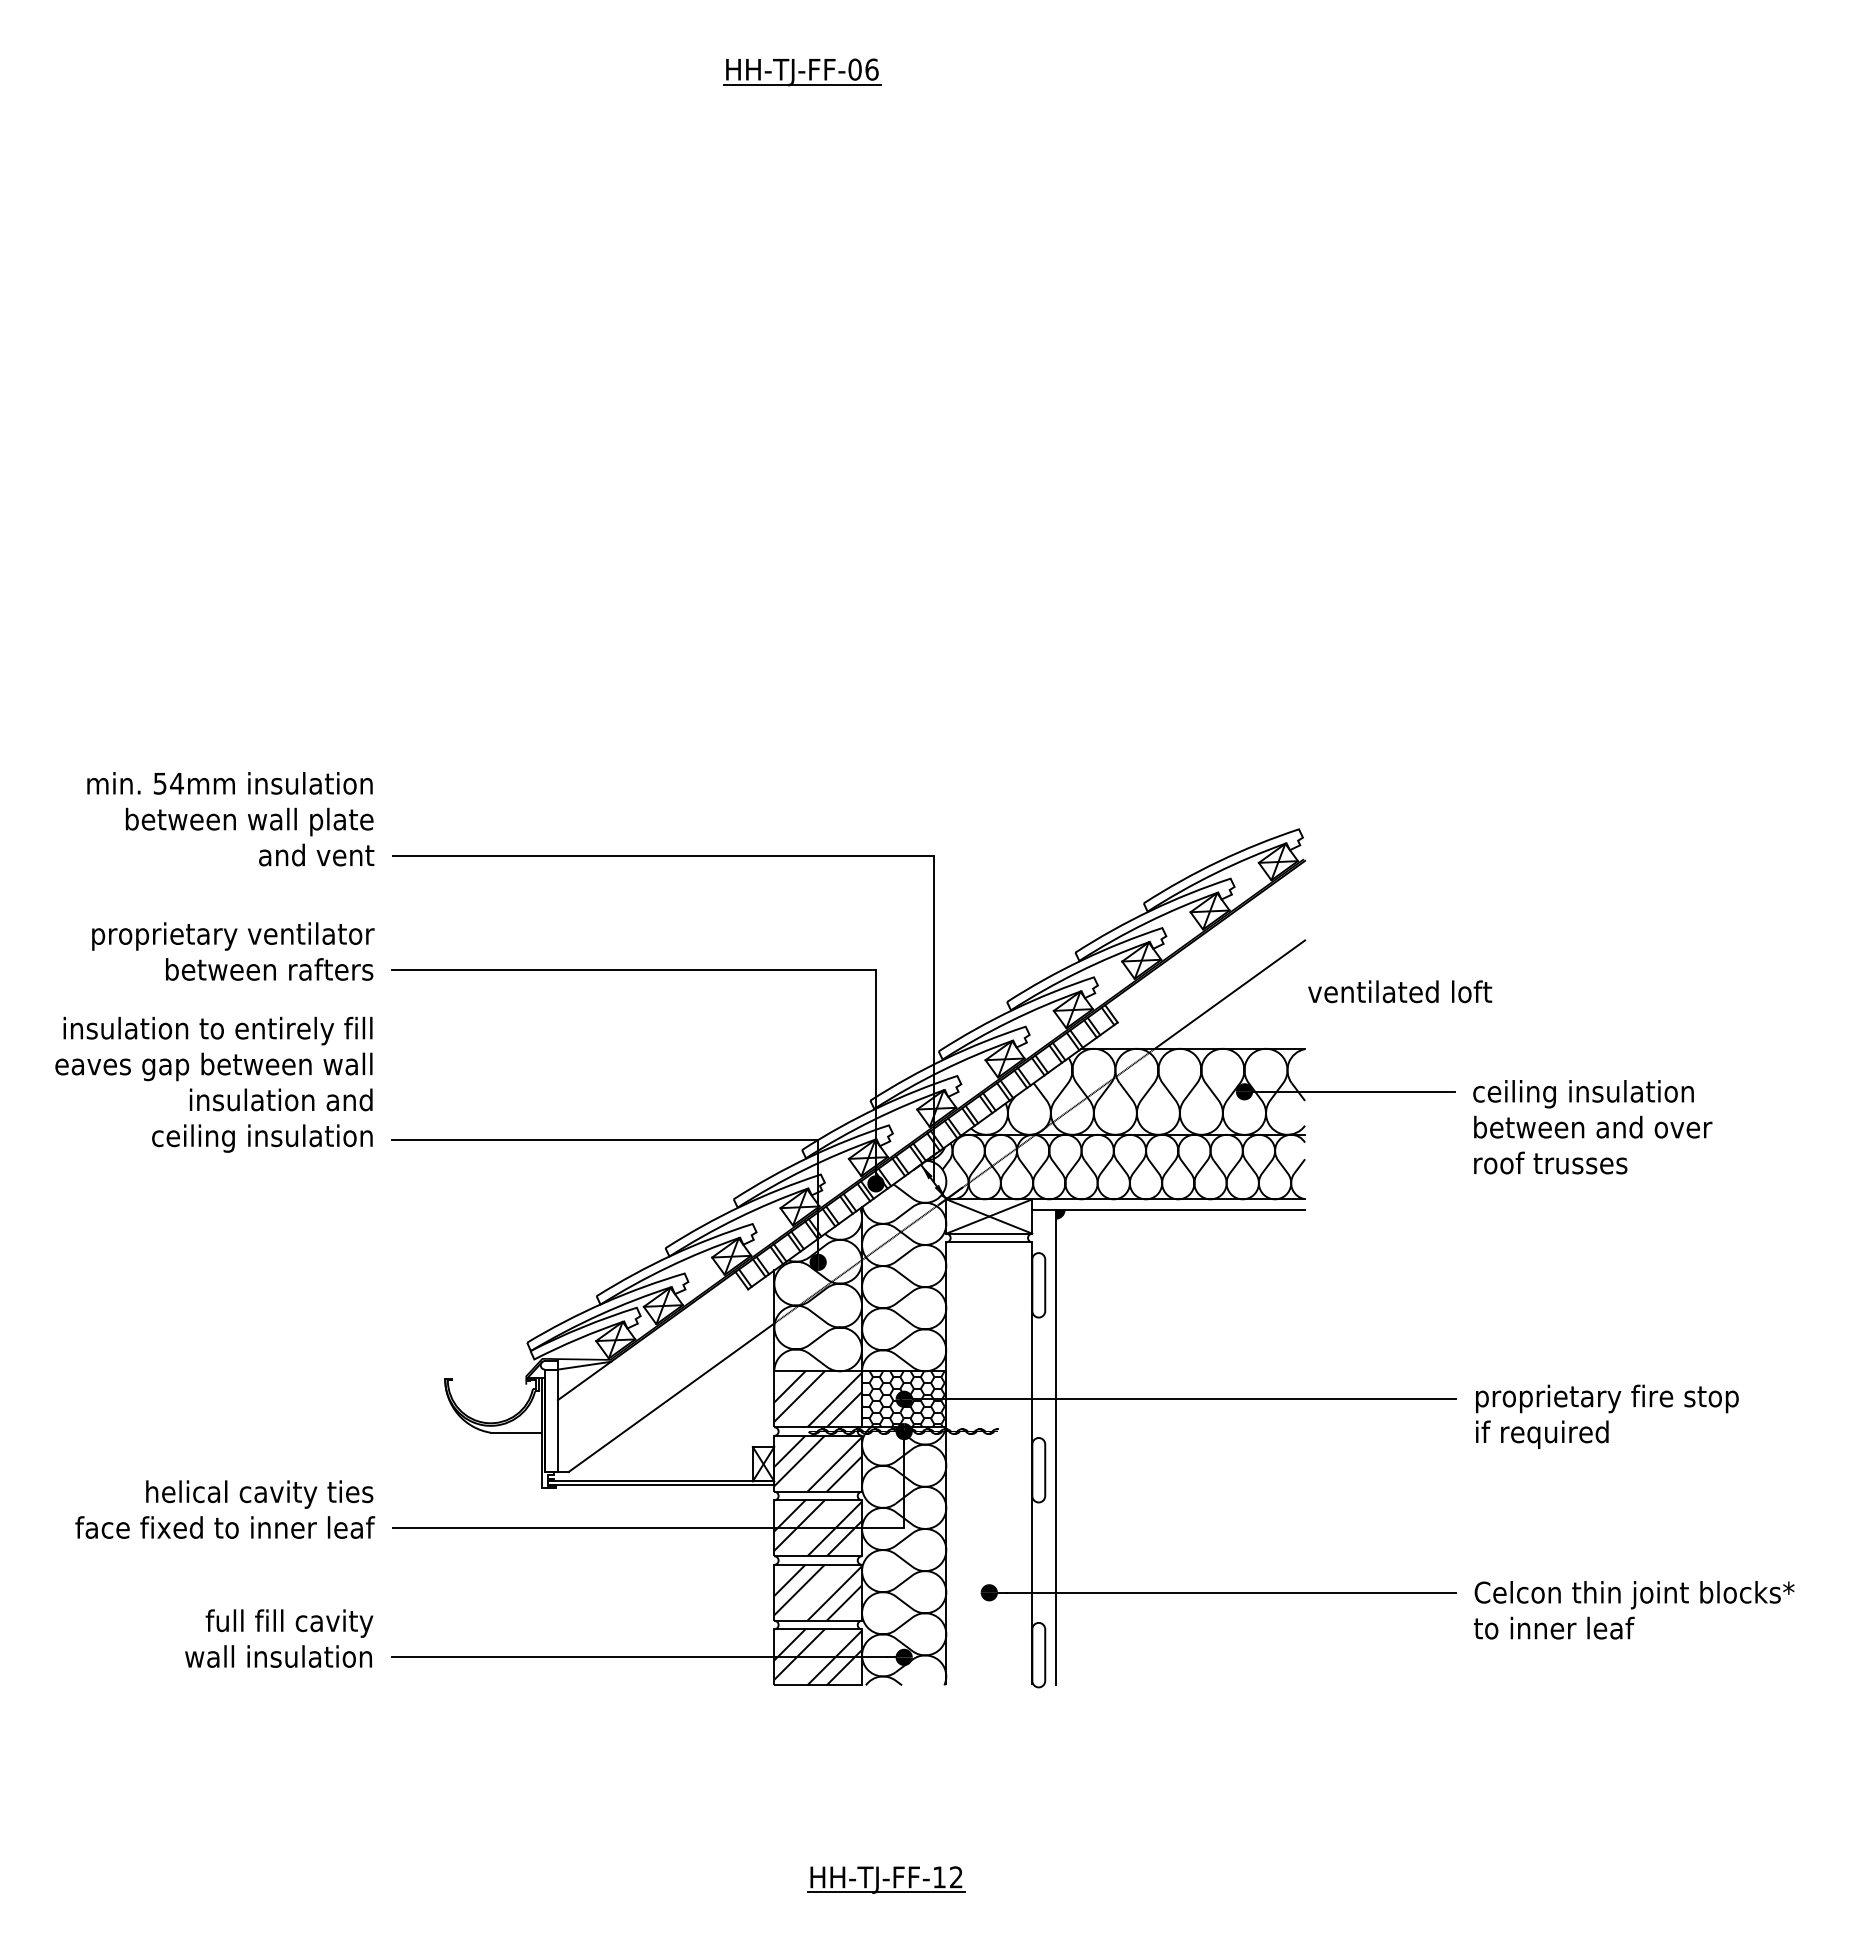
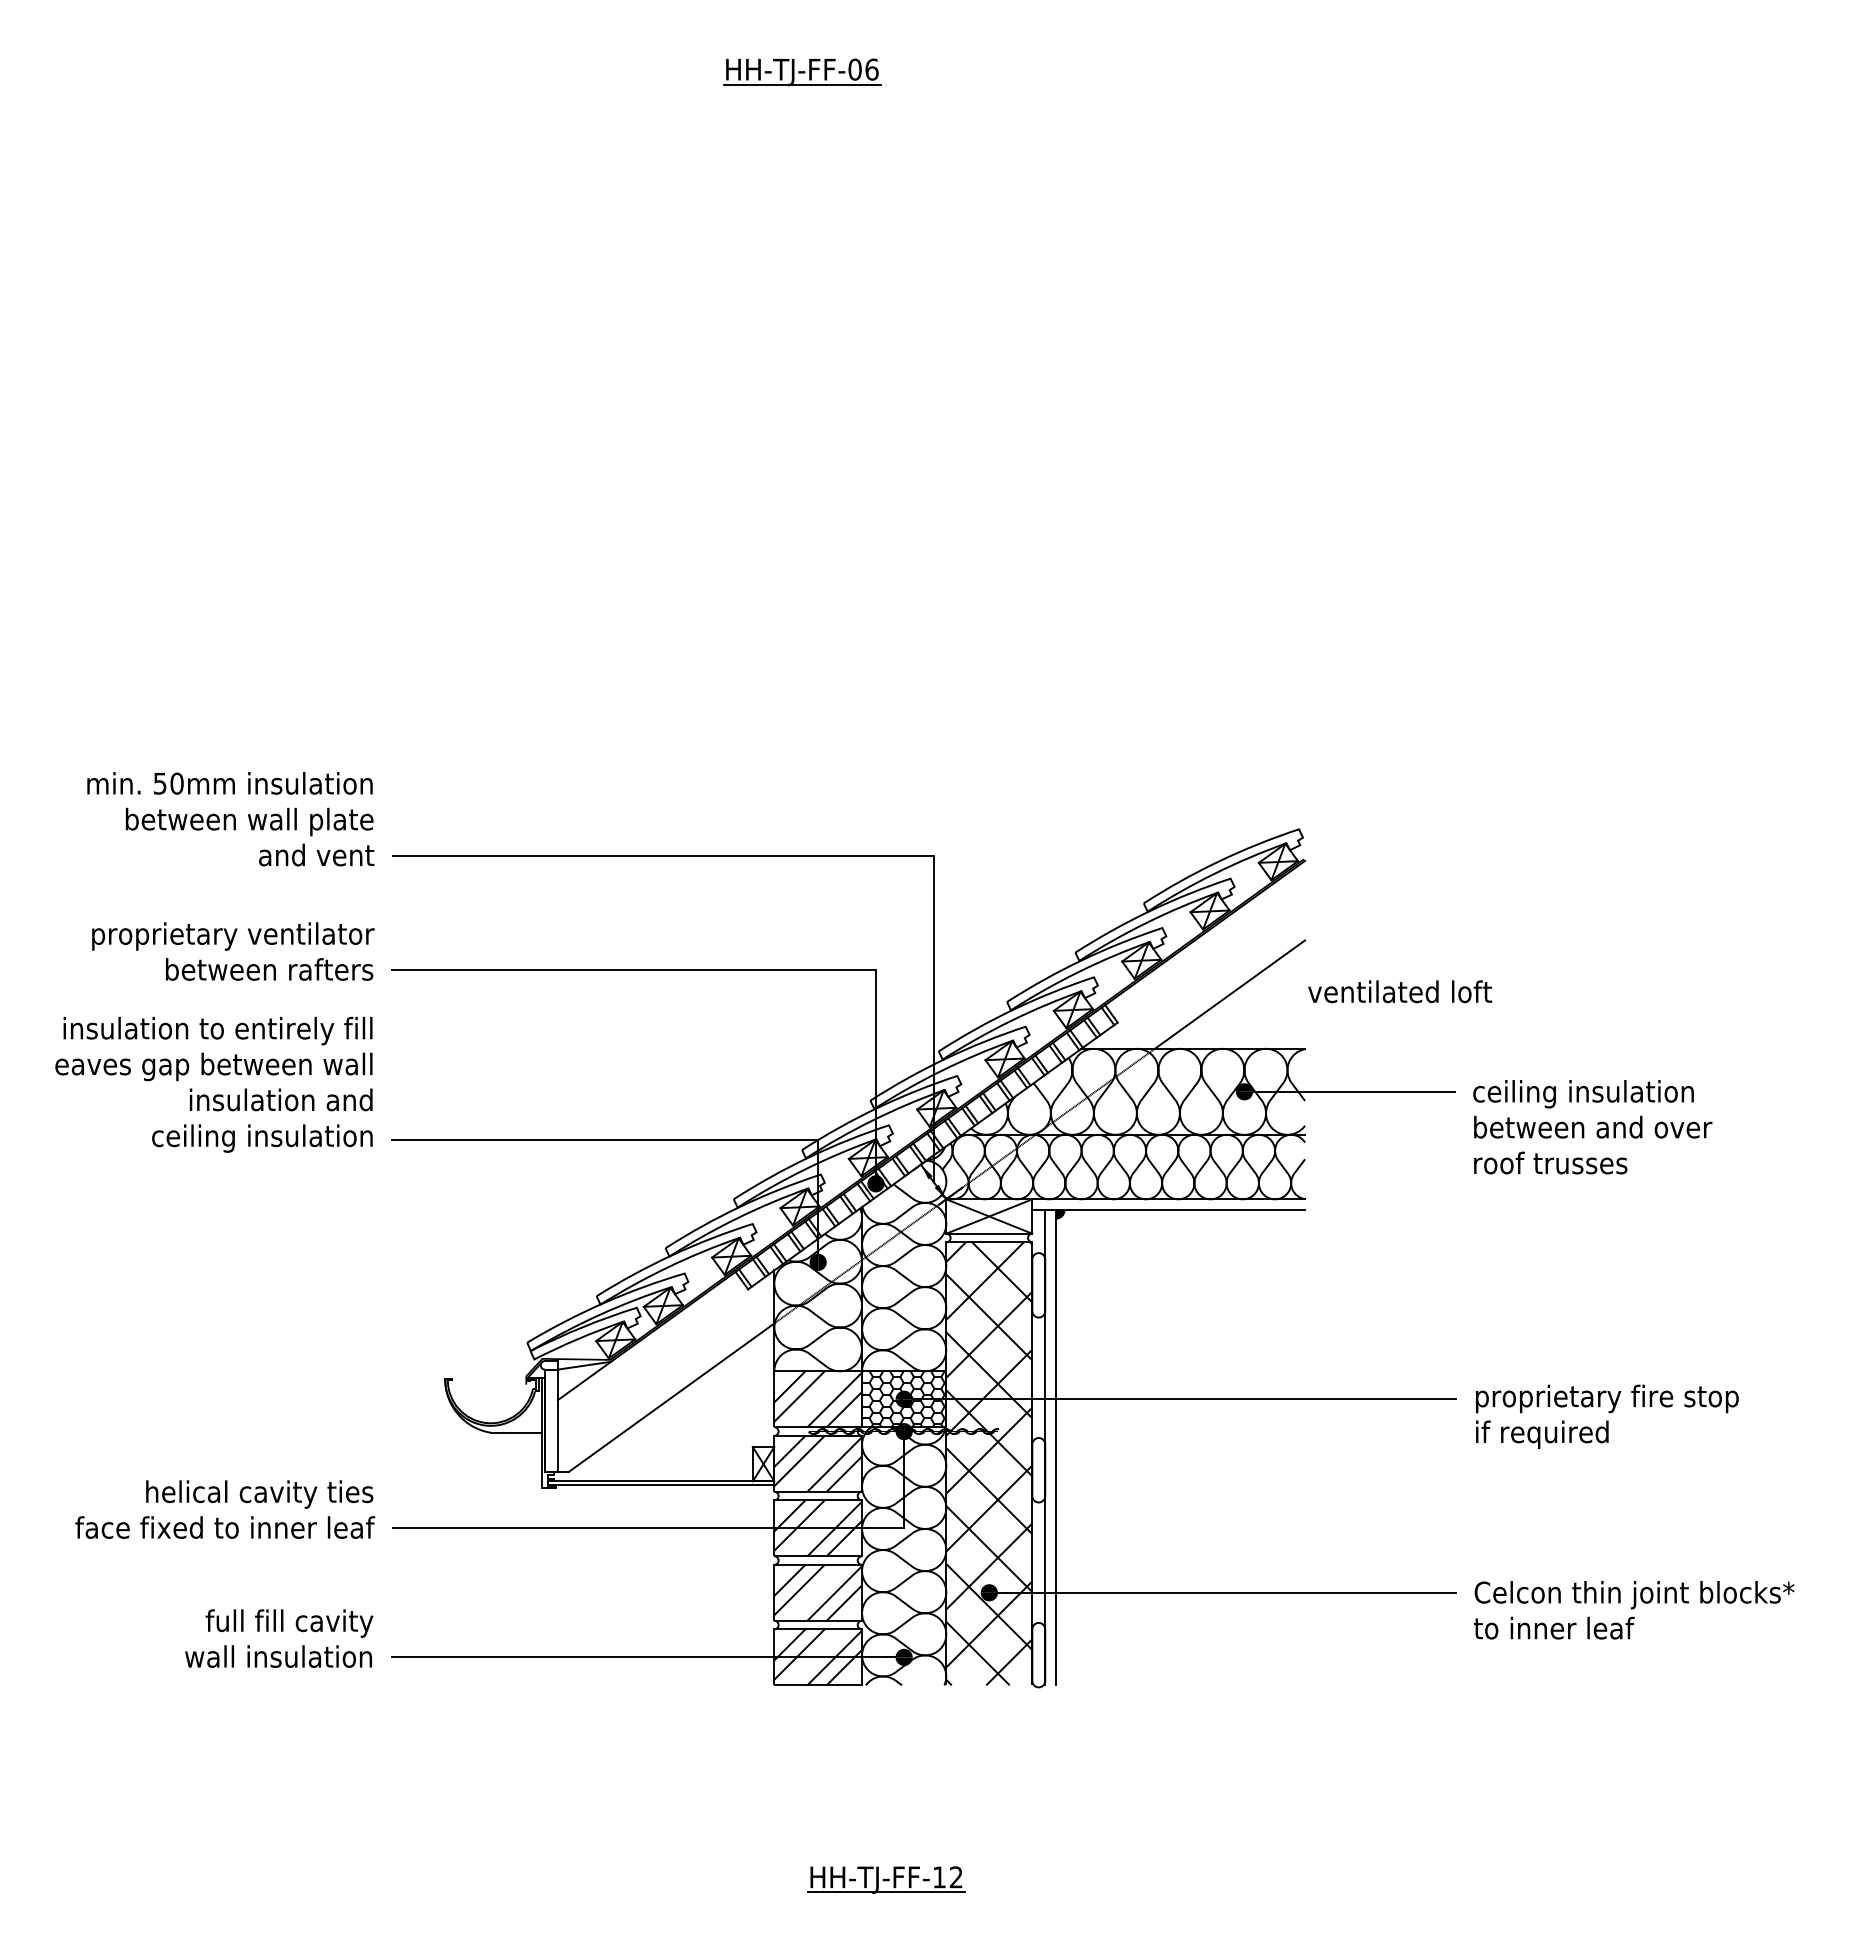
text at (177, 783): 54mm -> 50mm
line at (1045, 1447): none -> present
hatch at (989, 1463): none -> present
